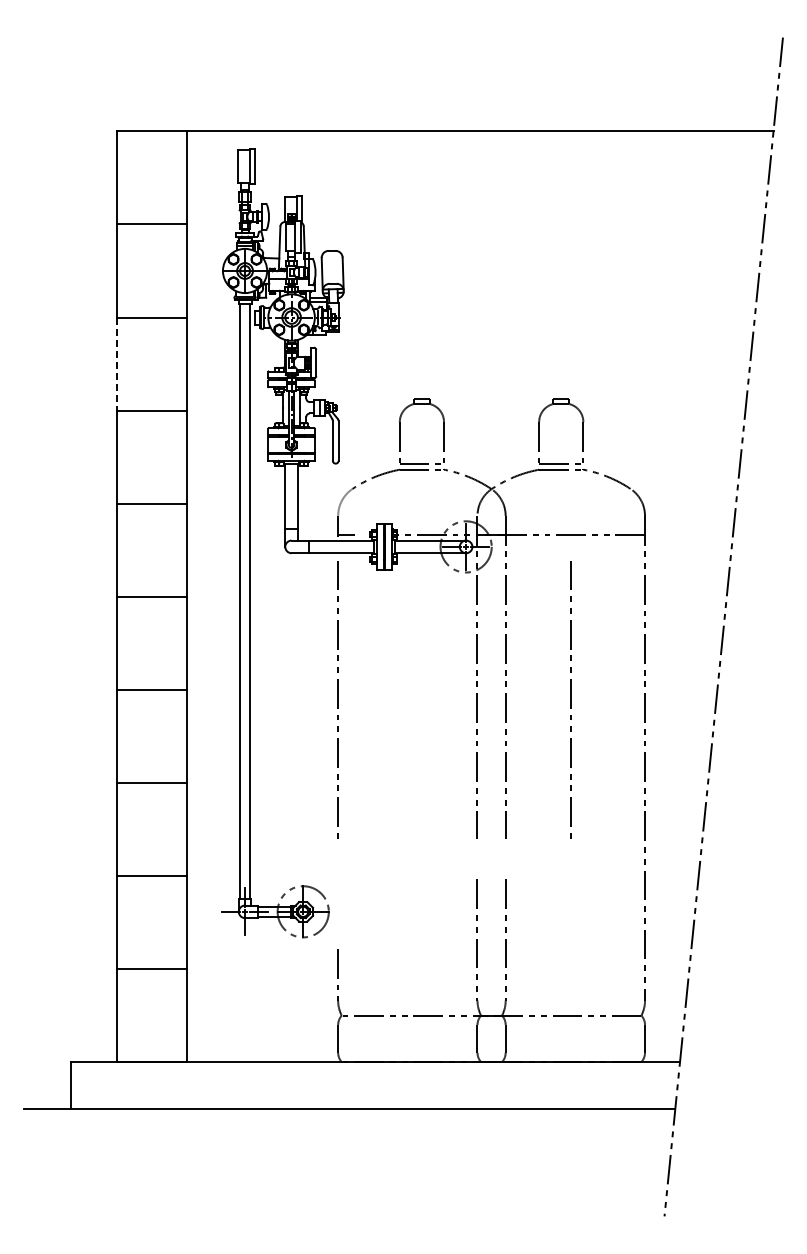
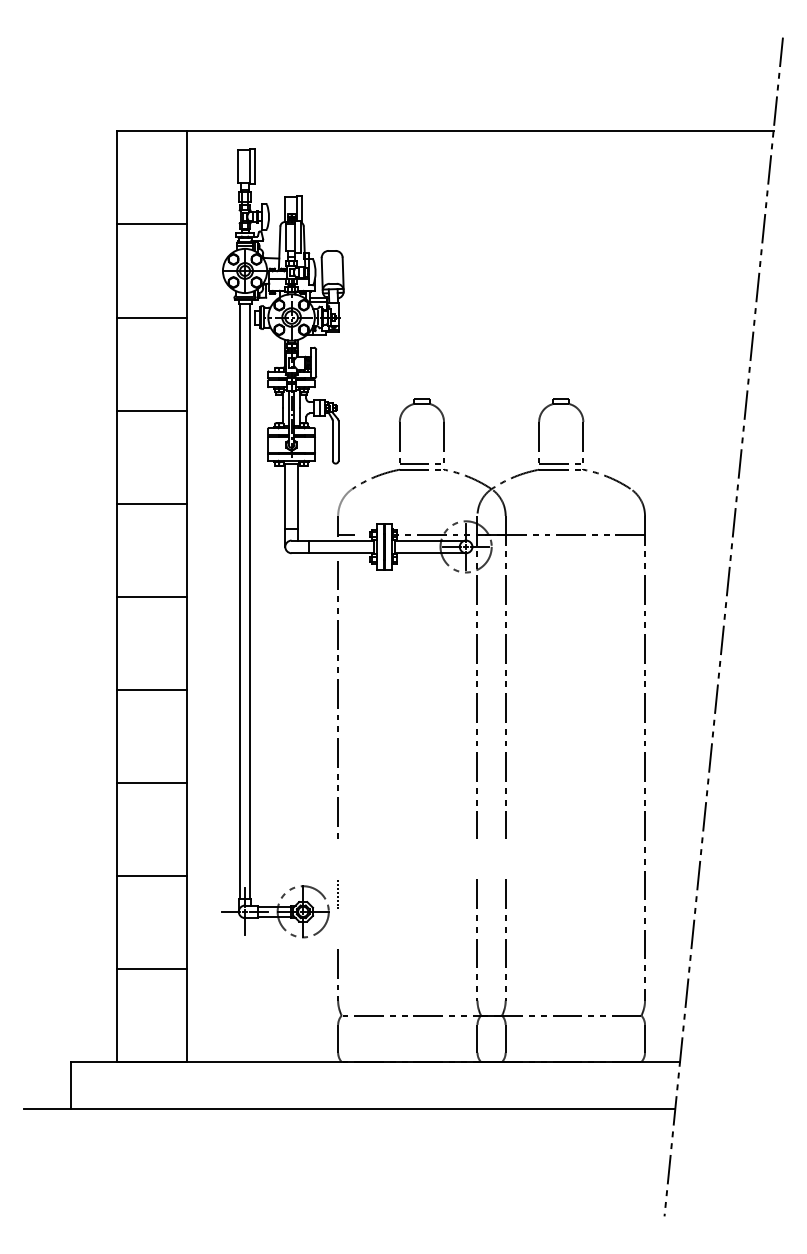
line at (117, 364): dashed -> solid
line at (570, 699): present -> none
line at (338, 895): none -> present
